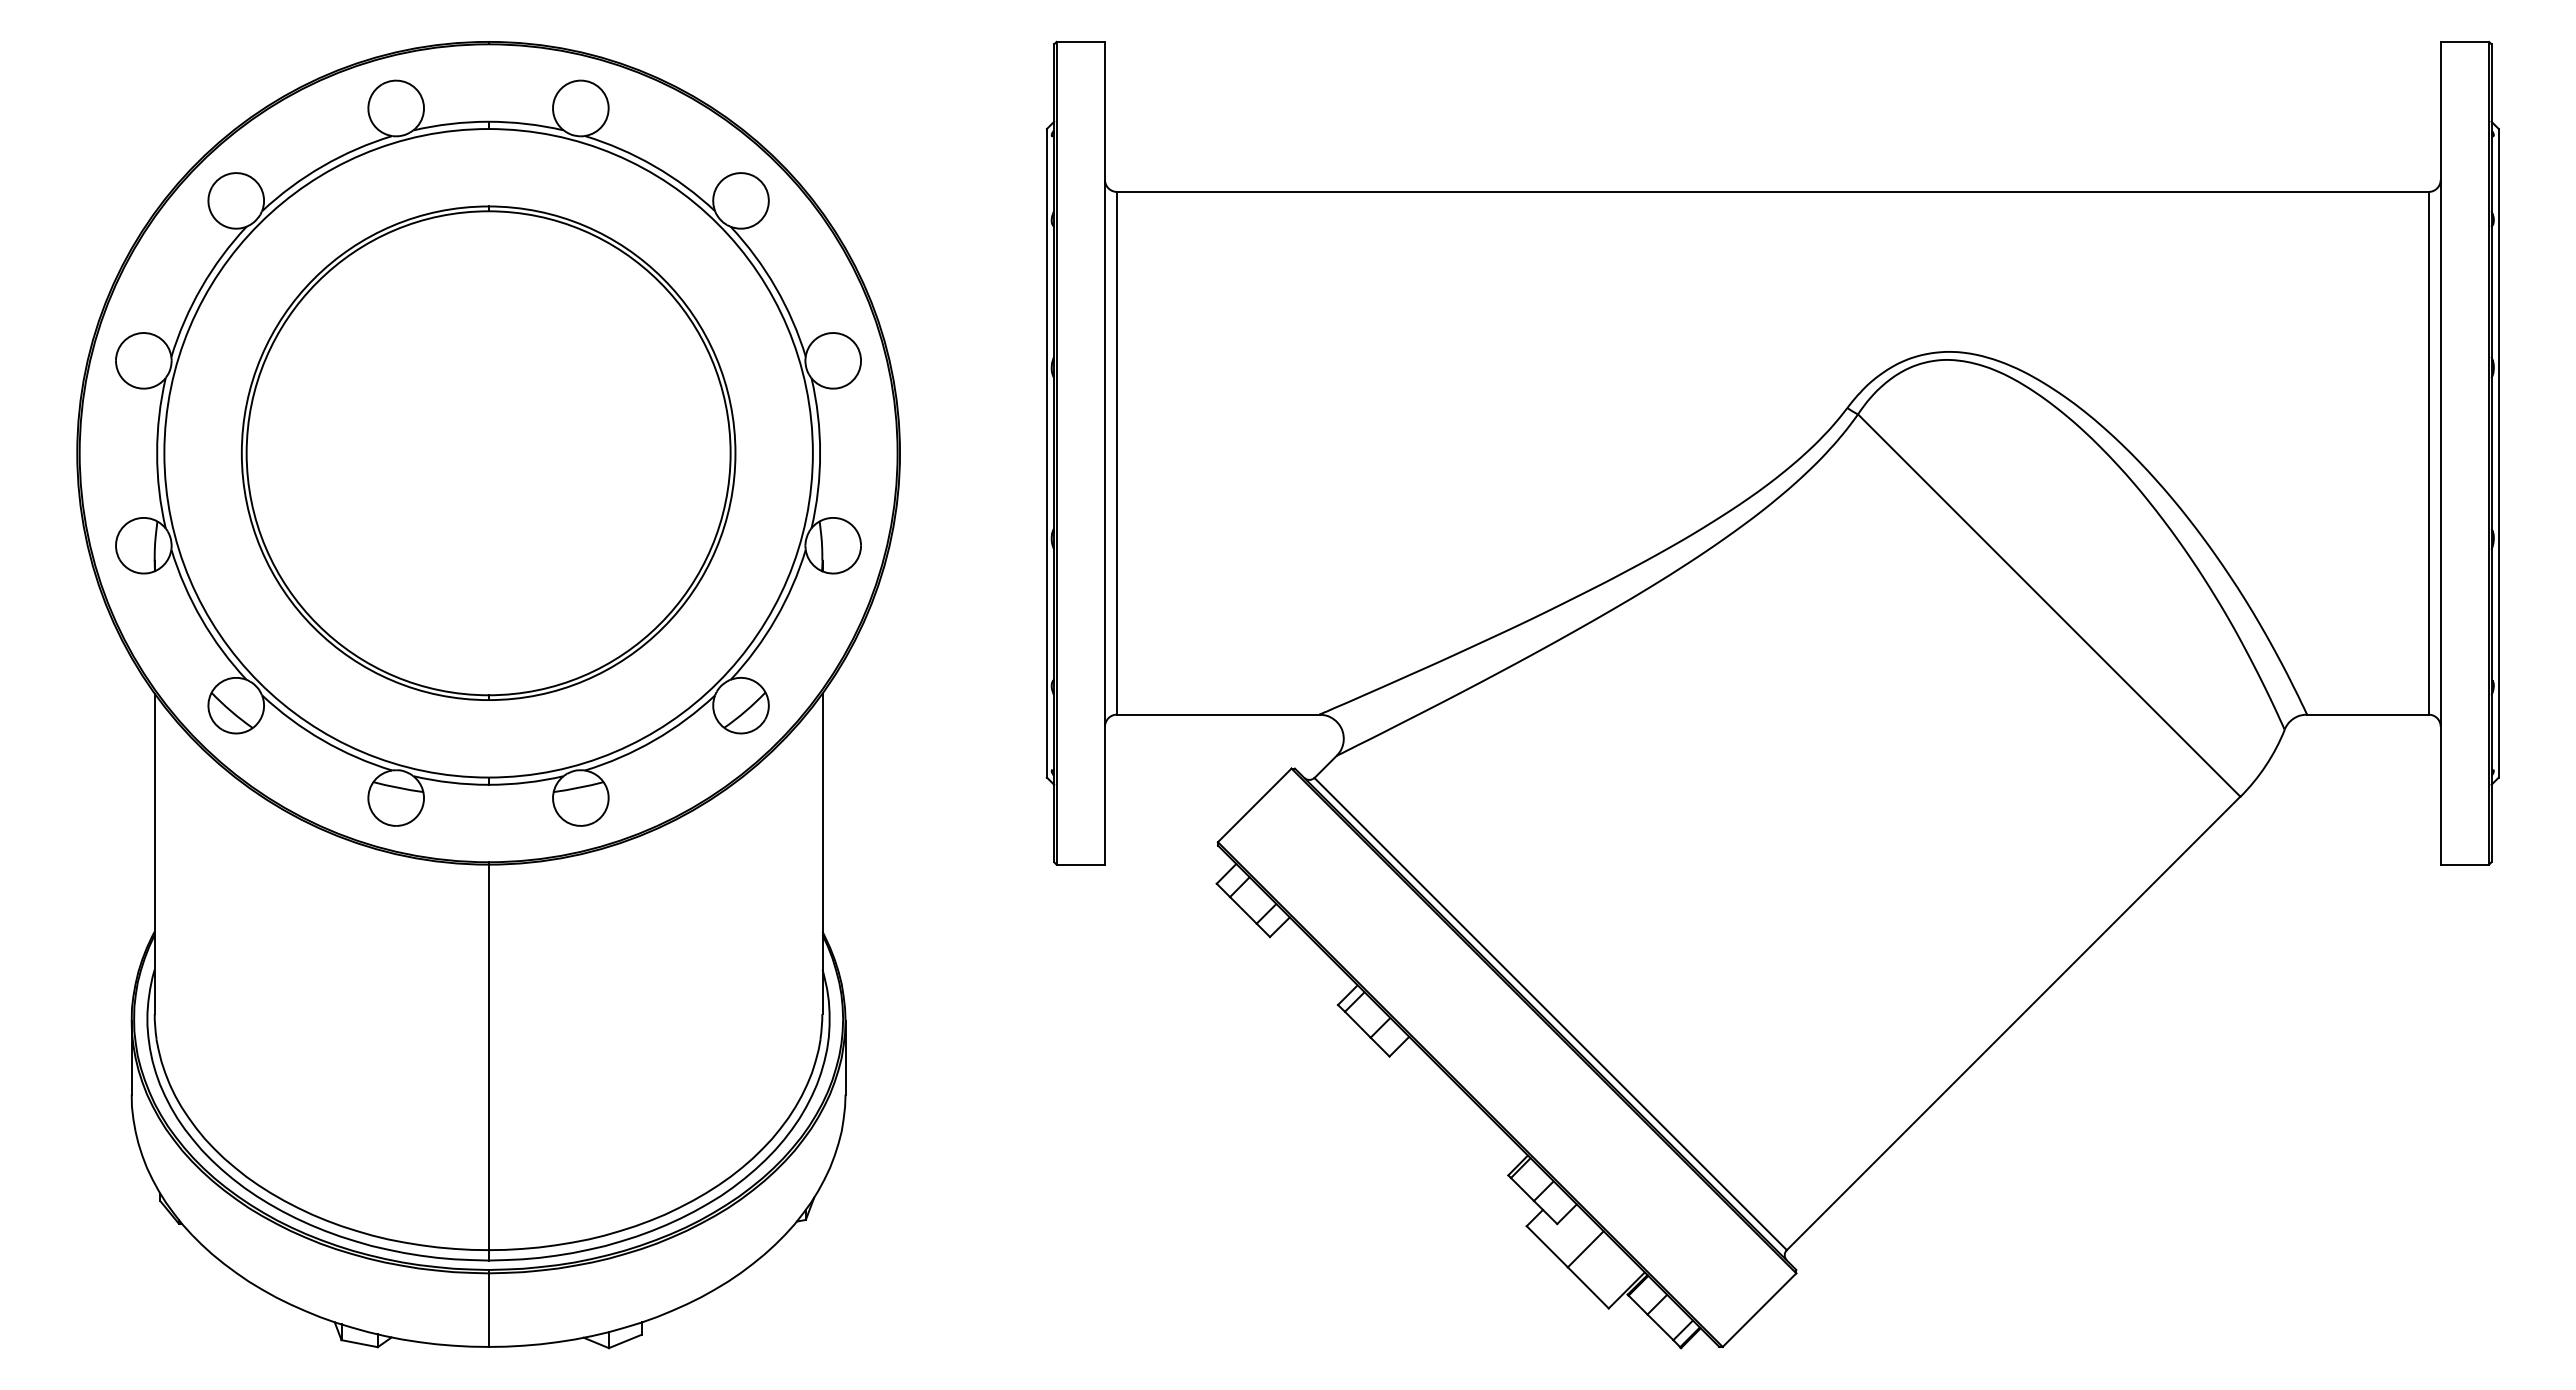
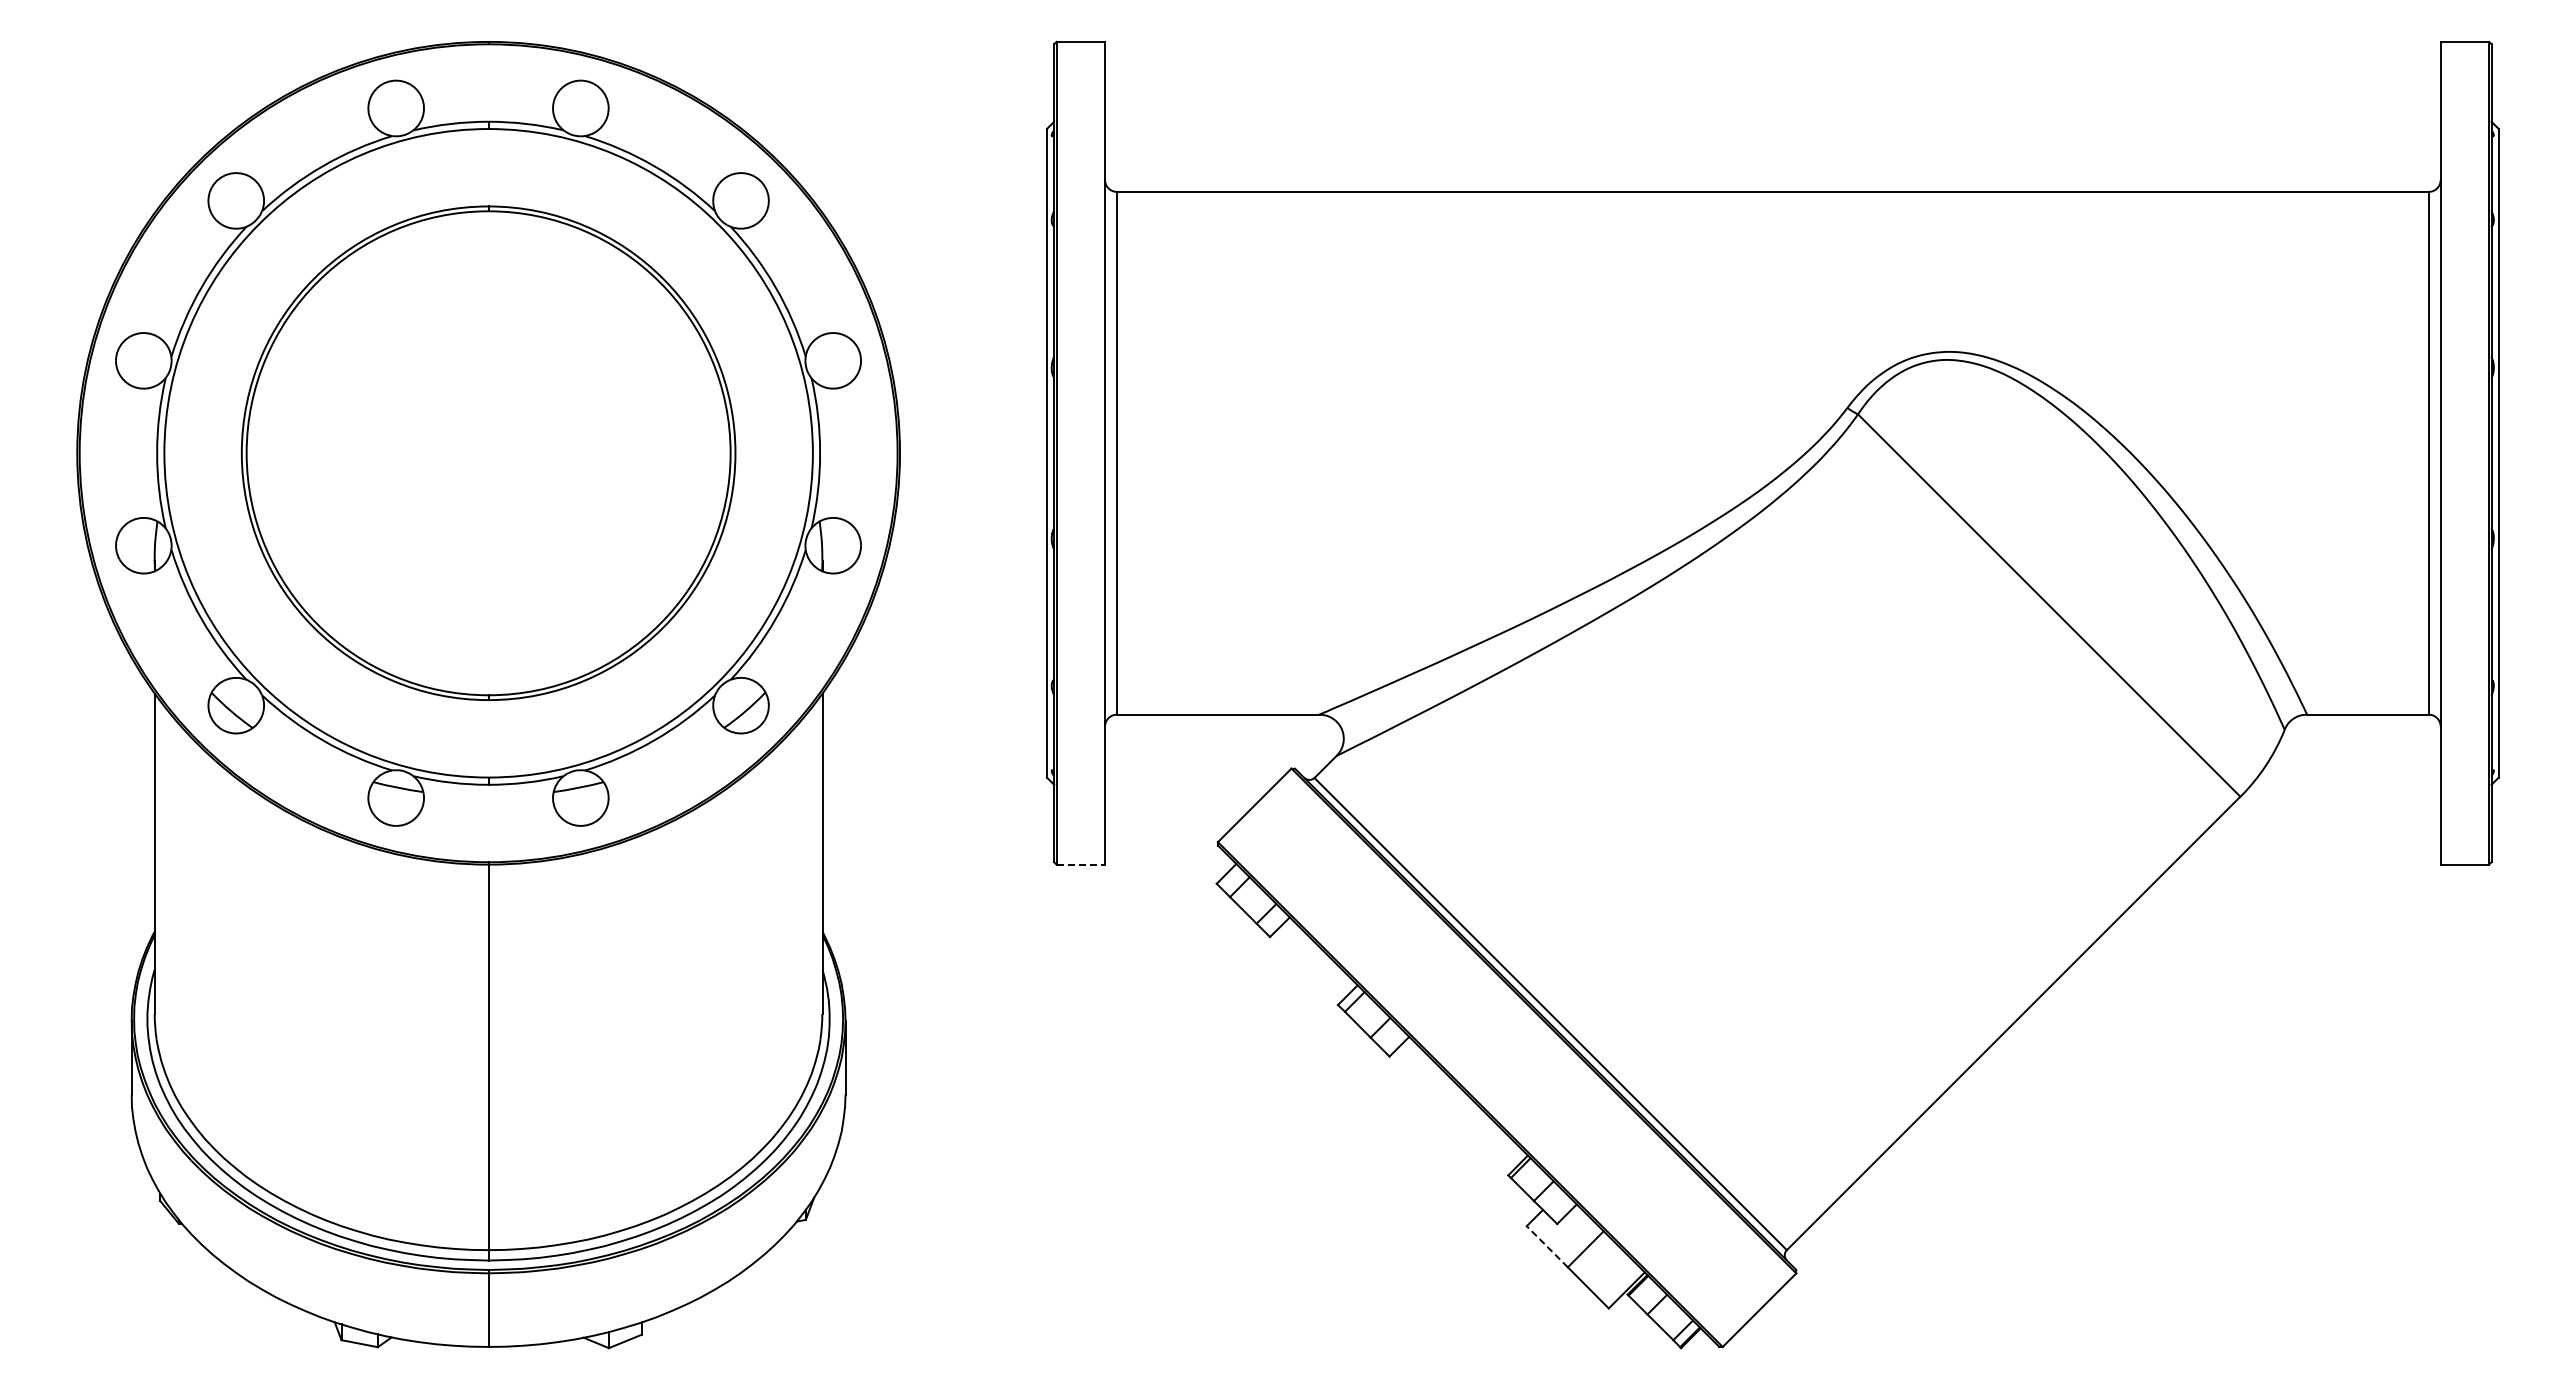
line at (1081, 864): solid -> dashed
line at (1546, 1246): solid -> dashed
